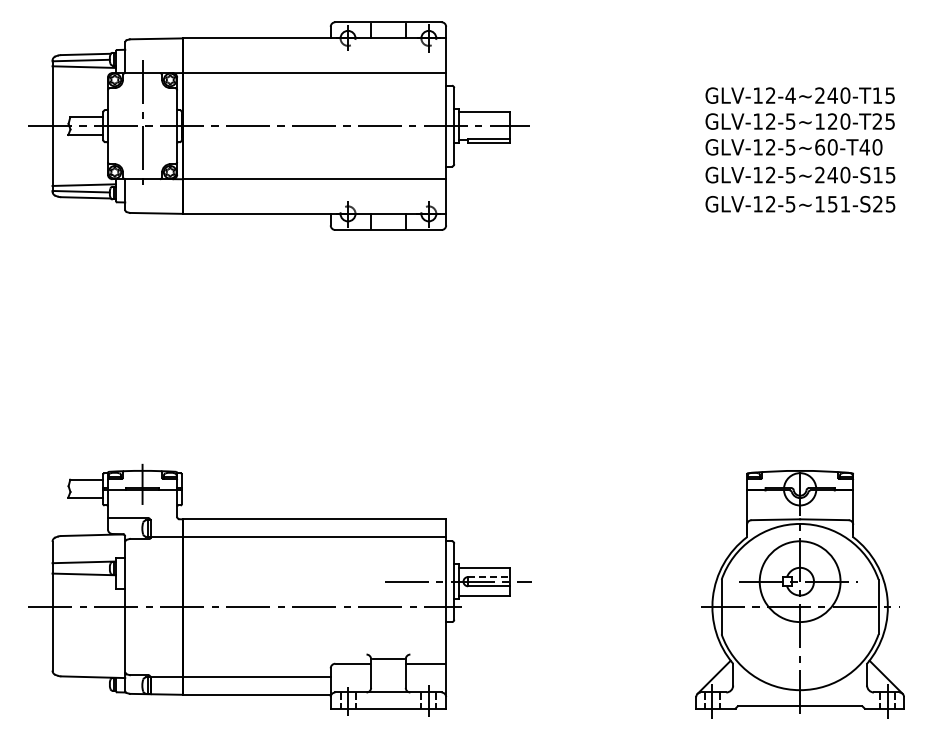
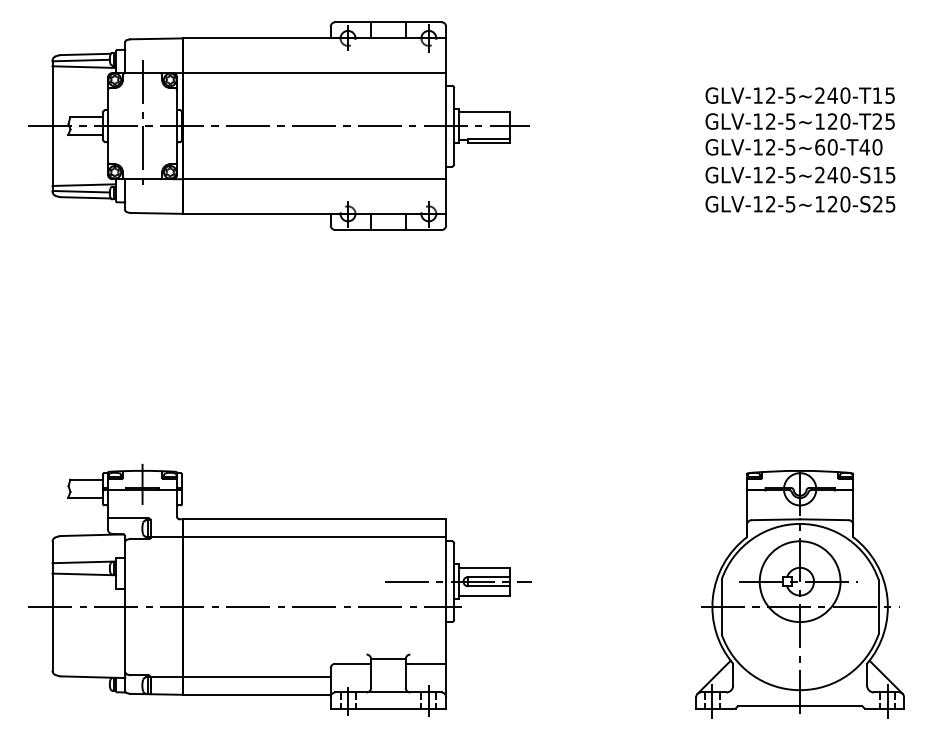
text at (790, 95): GLV-12-4~240-T15 -> GLV-12-5~240-T15
text at (839, 203): GLV-12-5~151-S25 -> GLV-12-5~120-S25
line at (488, 577): dashed -> solid
